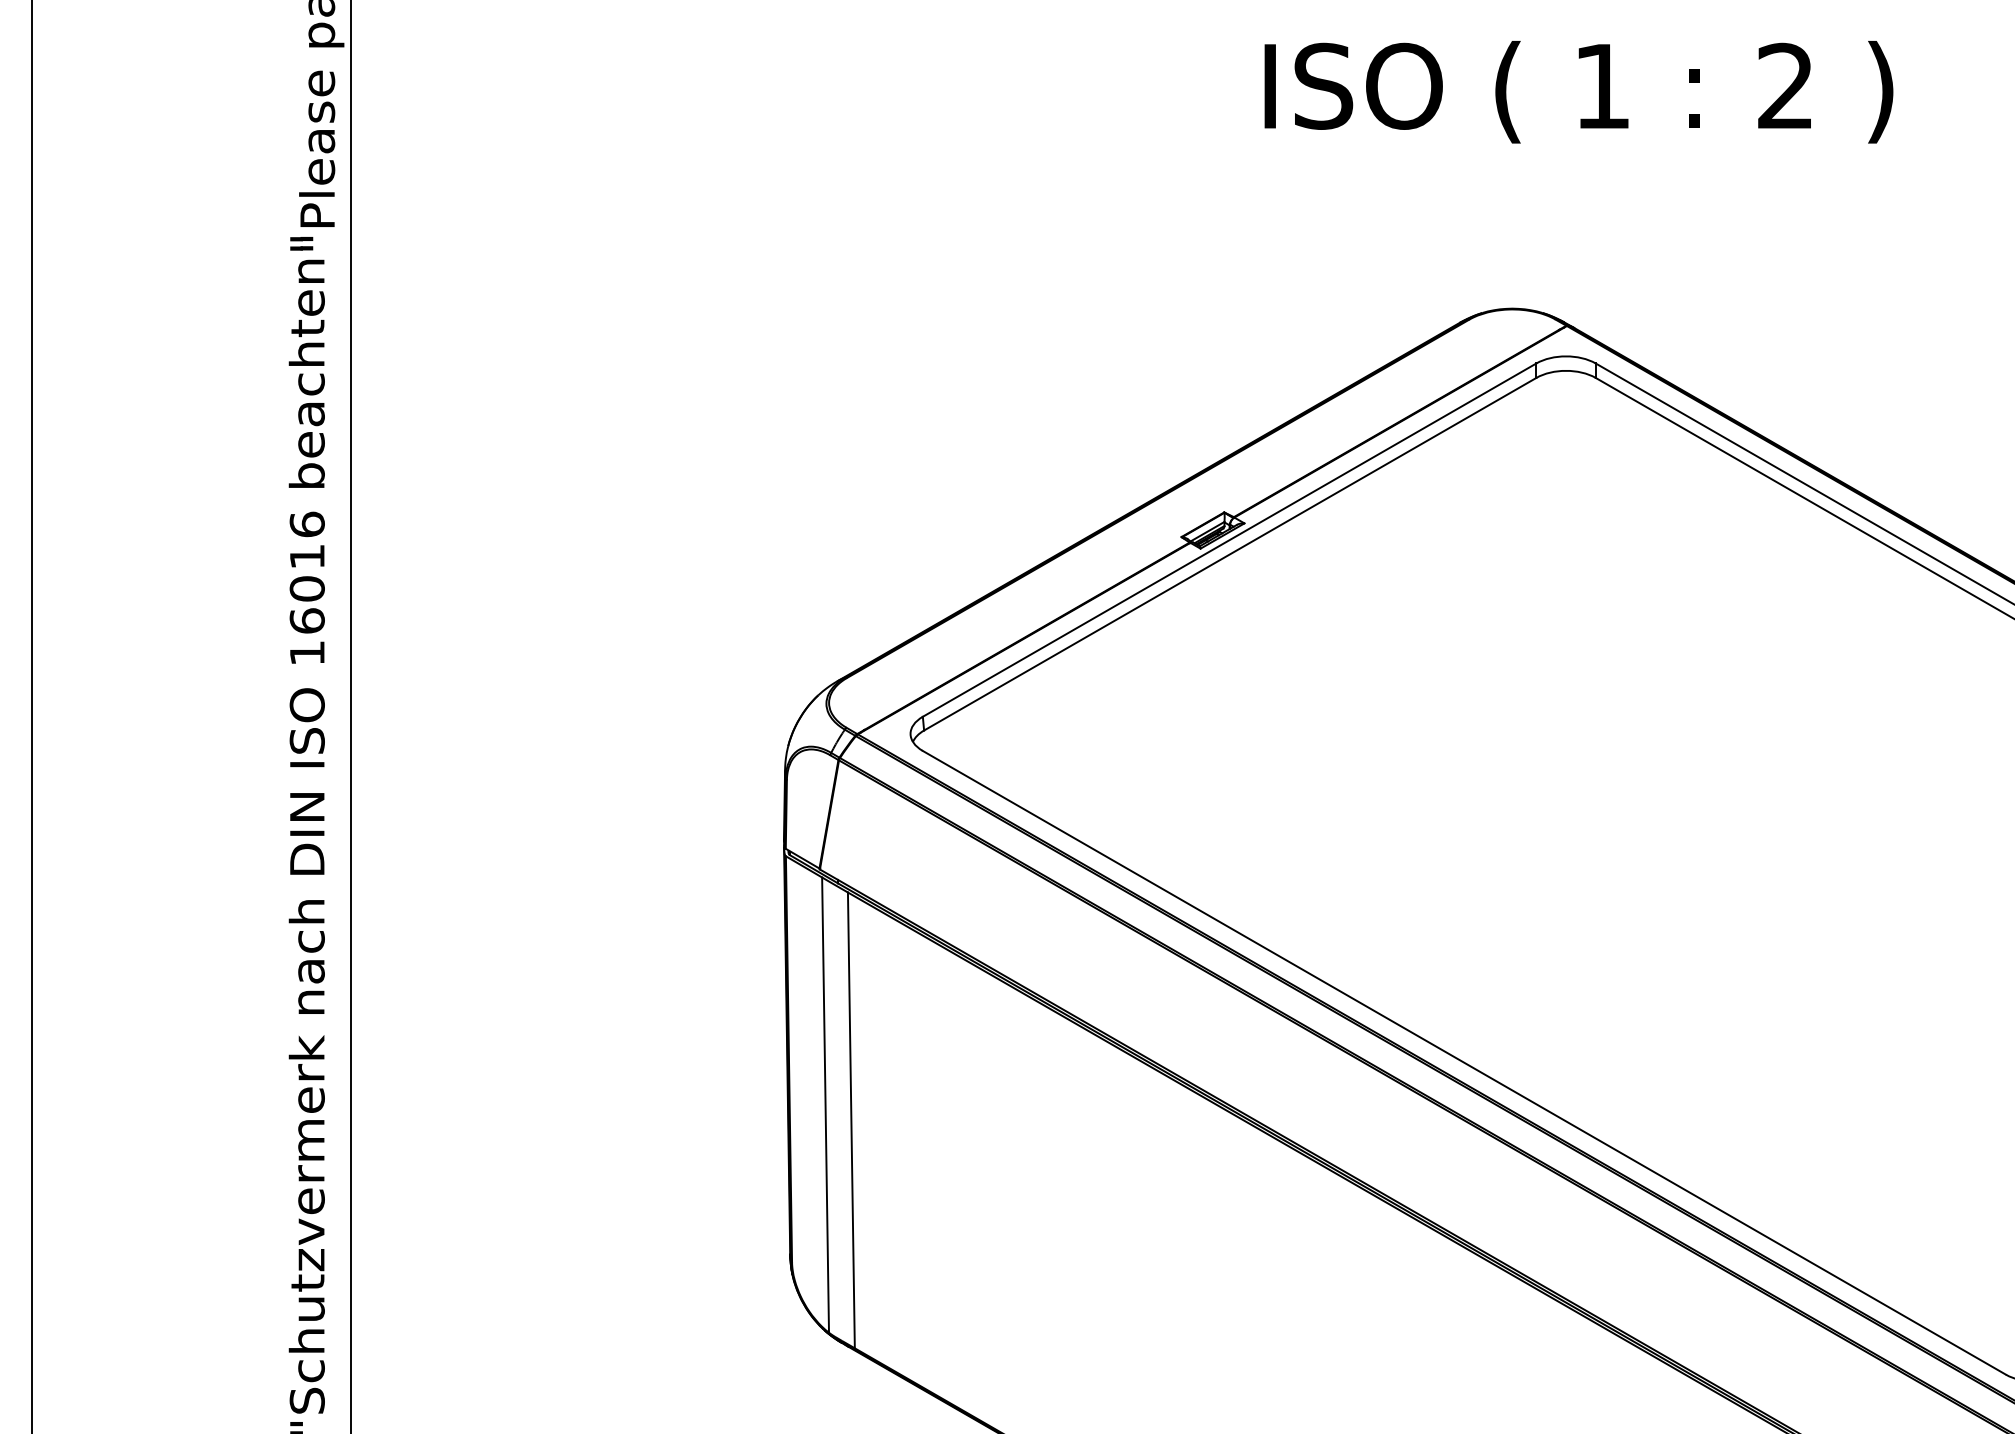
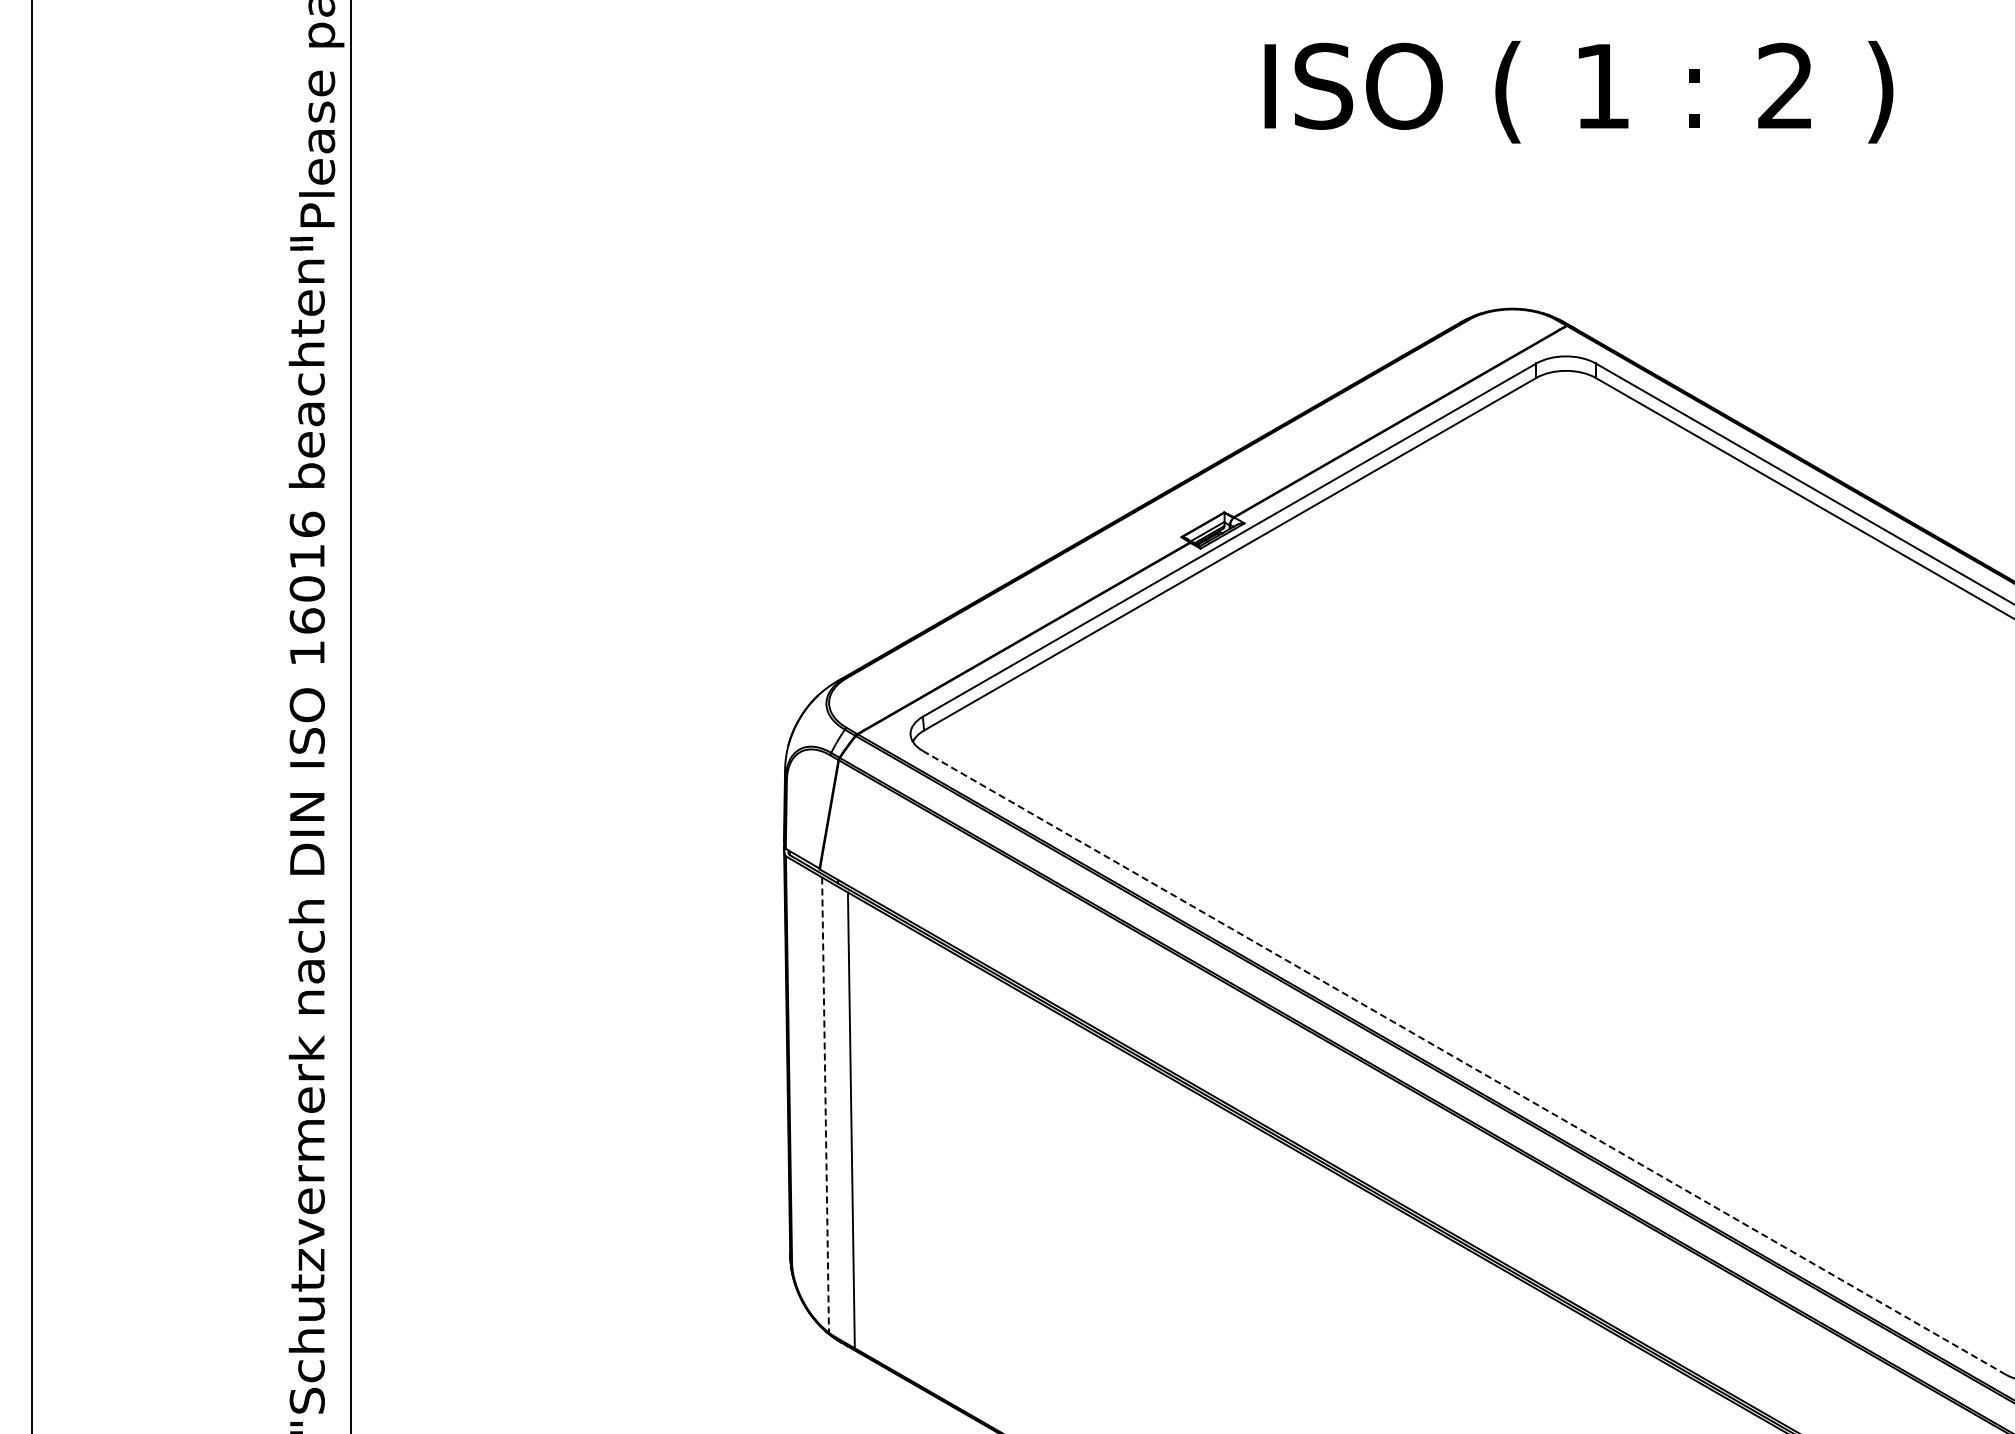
line at (1464, 1062): solid -> dashed
line at (825, 1105): solid -> dashed
